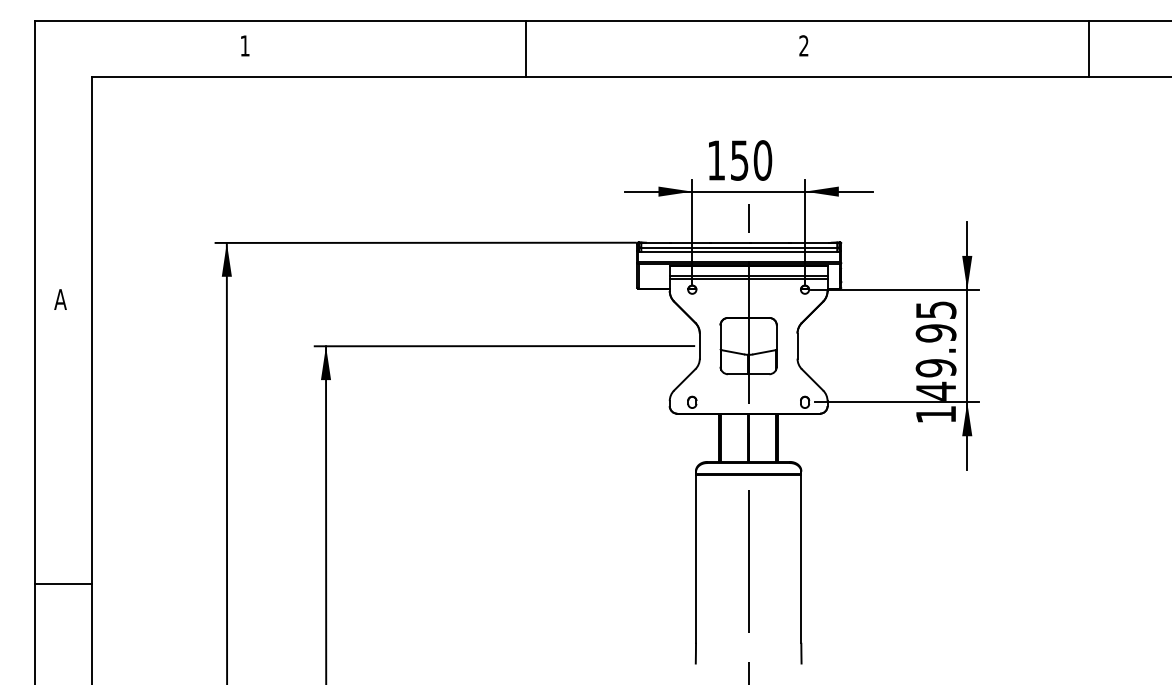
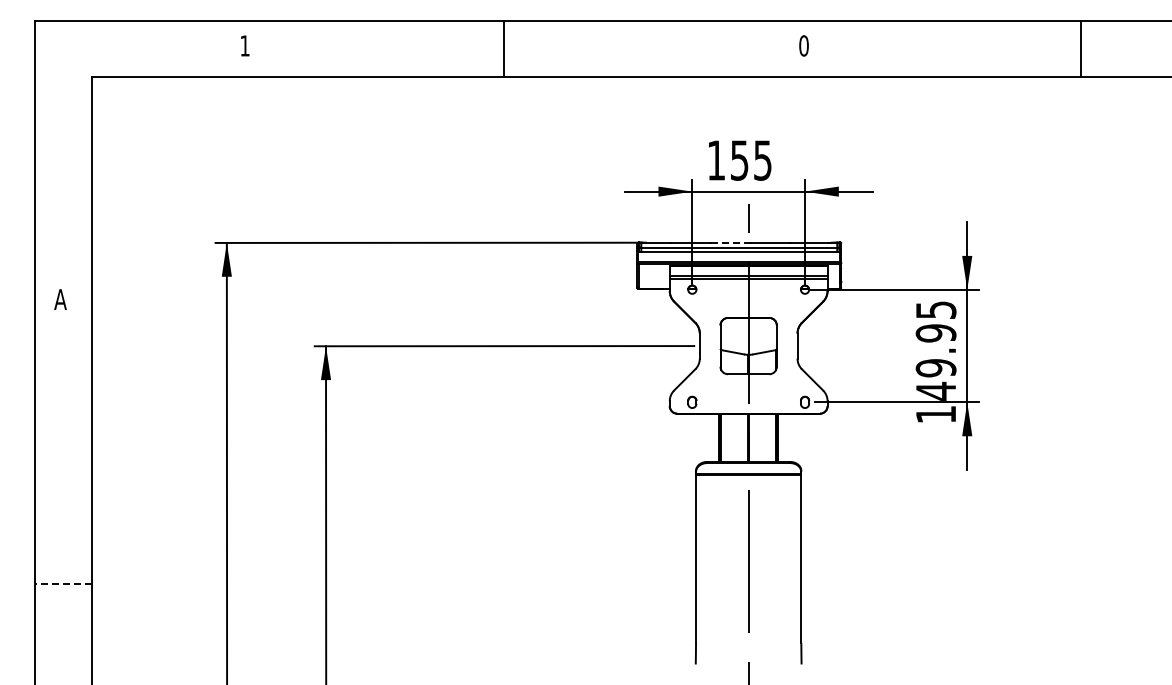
text at (803, 45): 2 -> 0
line at (525, 48) position: (525, 48) -> (503, 48)
line at (1089, 48) position: (1089, 48) -> (1081, 48)
text at (762, 160): 150 -> 155
line at (730, 242): solid -> dashed
line at (62, 584): solid -> dashed
